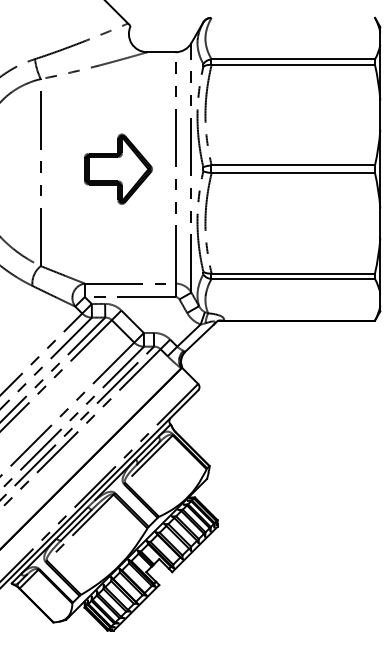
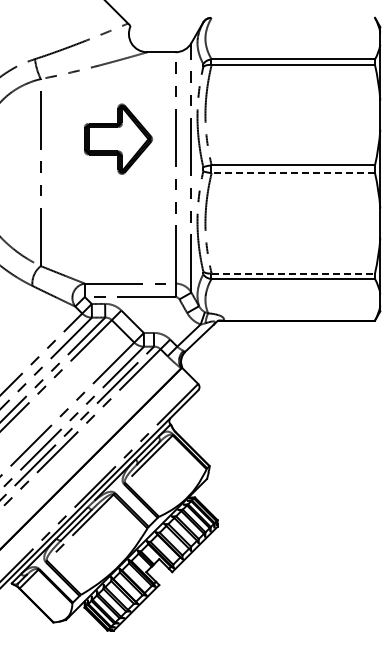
part at (118, 168) position: (118, 168) -> (118, 138)
line at (293, 173): solid -> dashed
line at (293, 273): solid -> dashed
